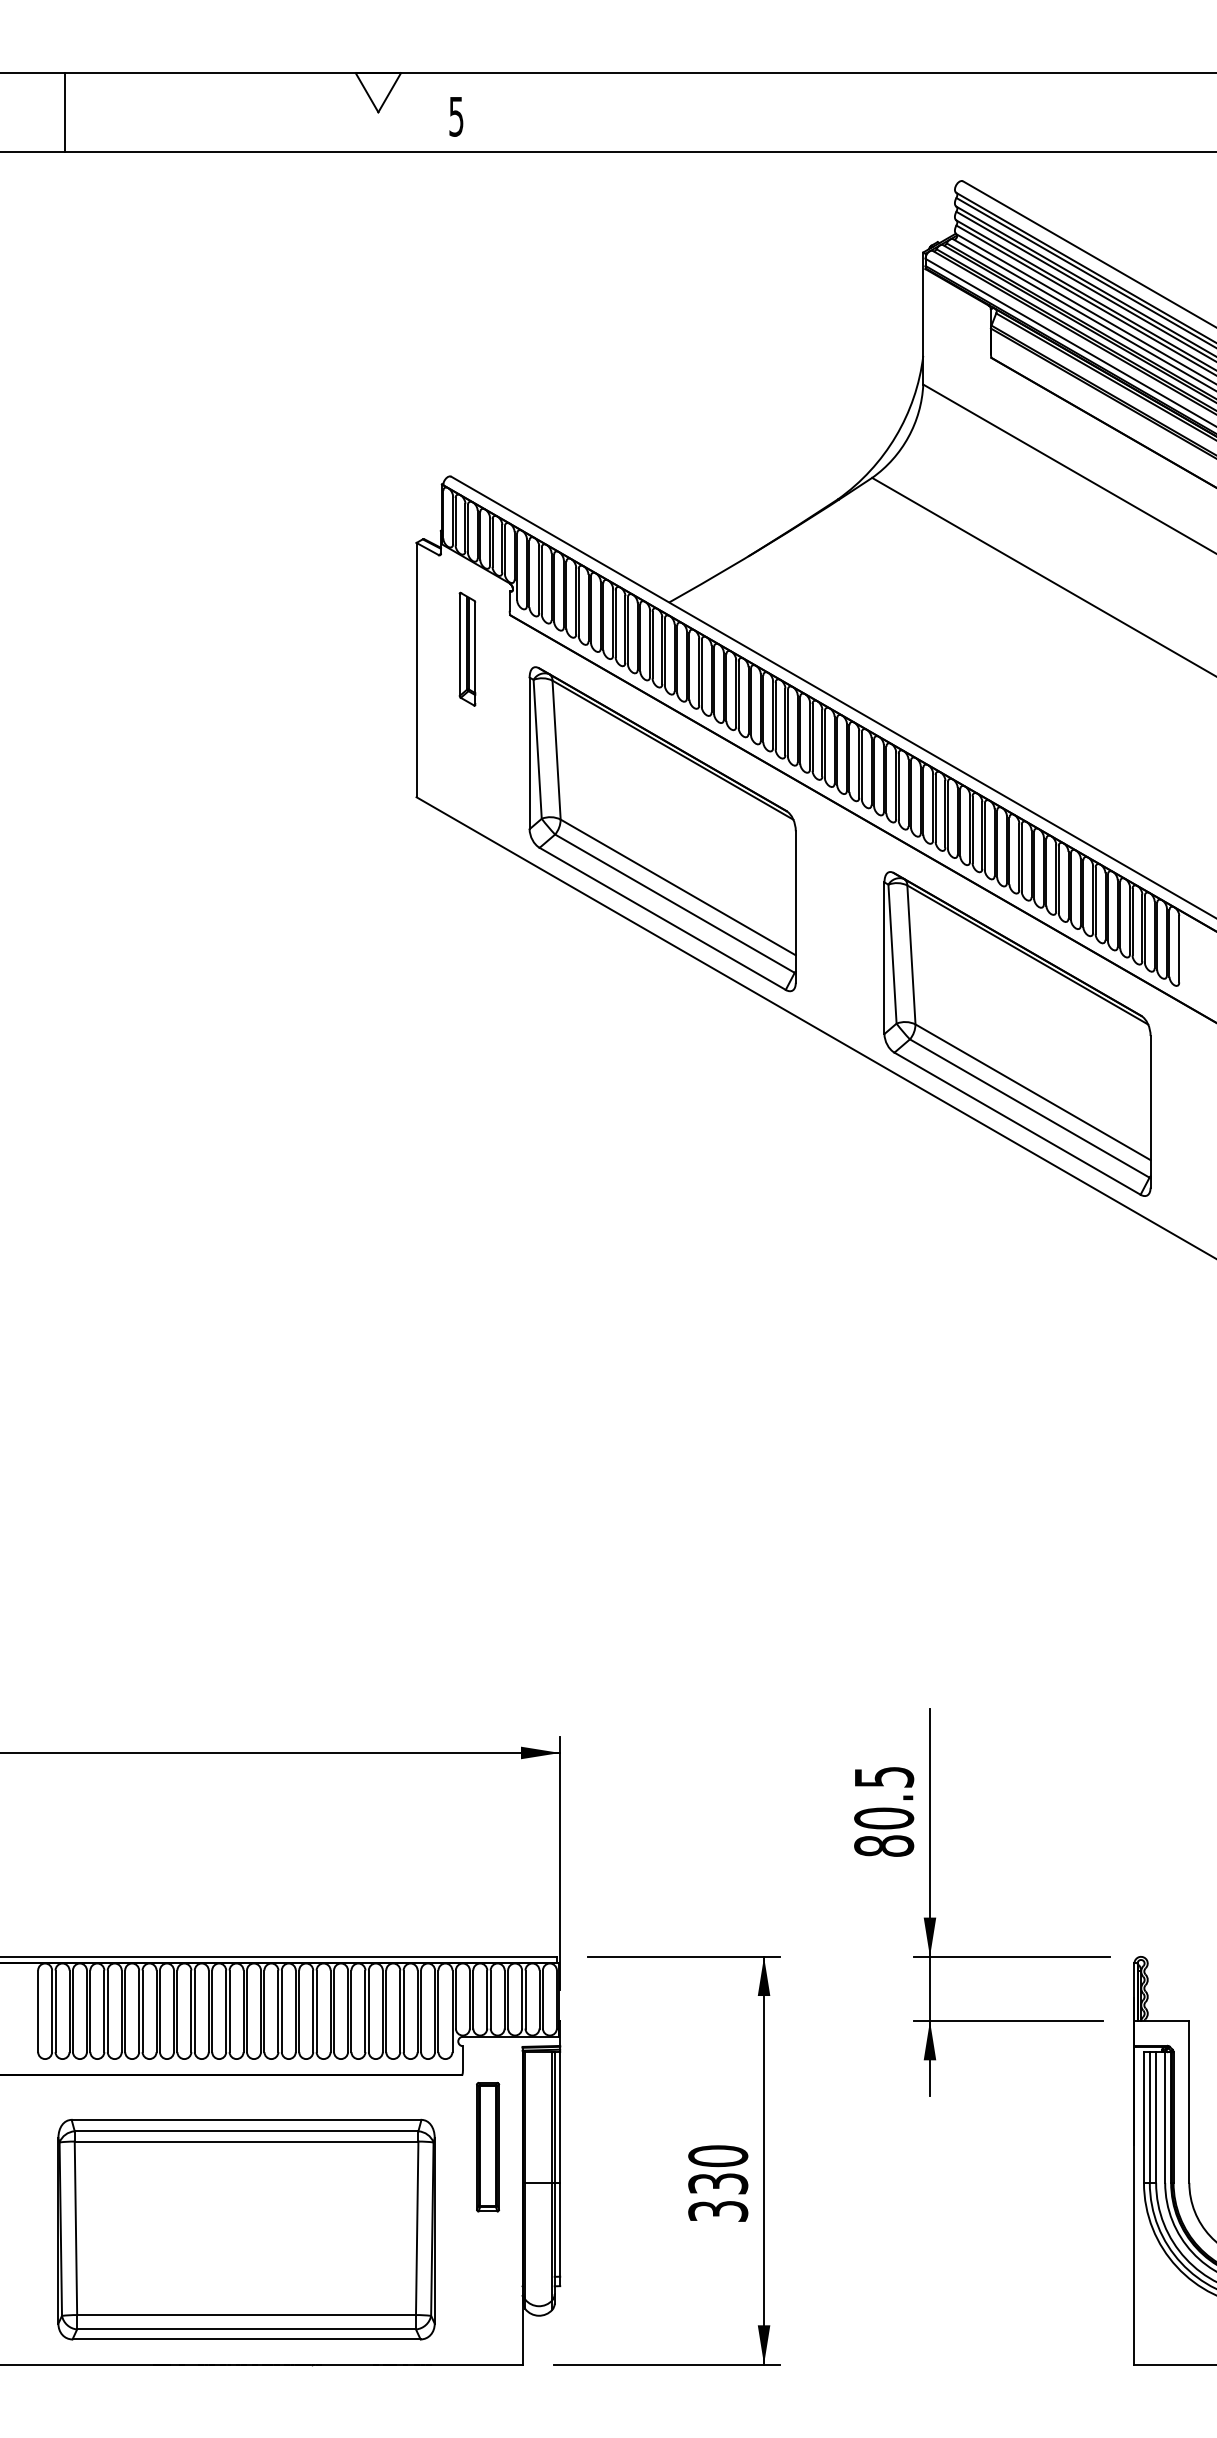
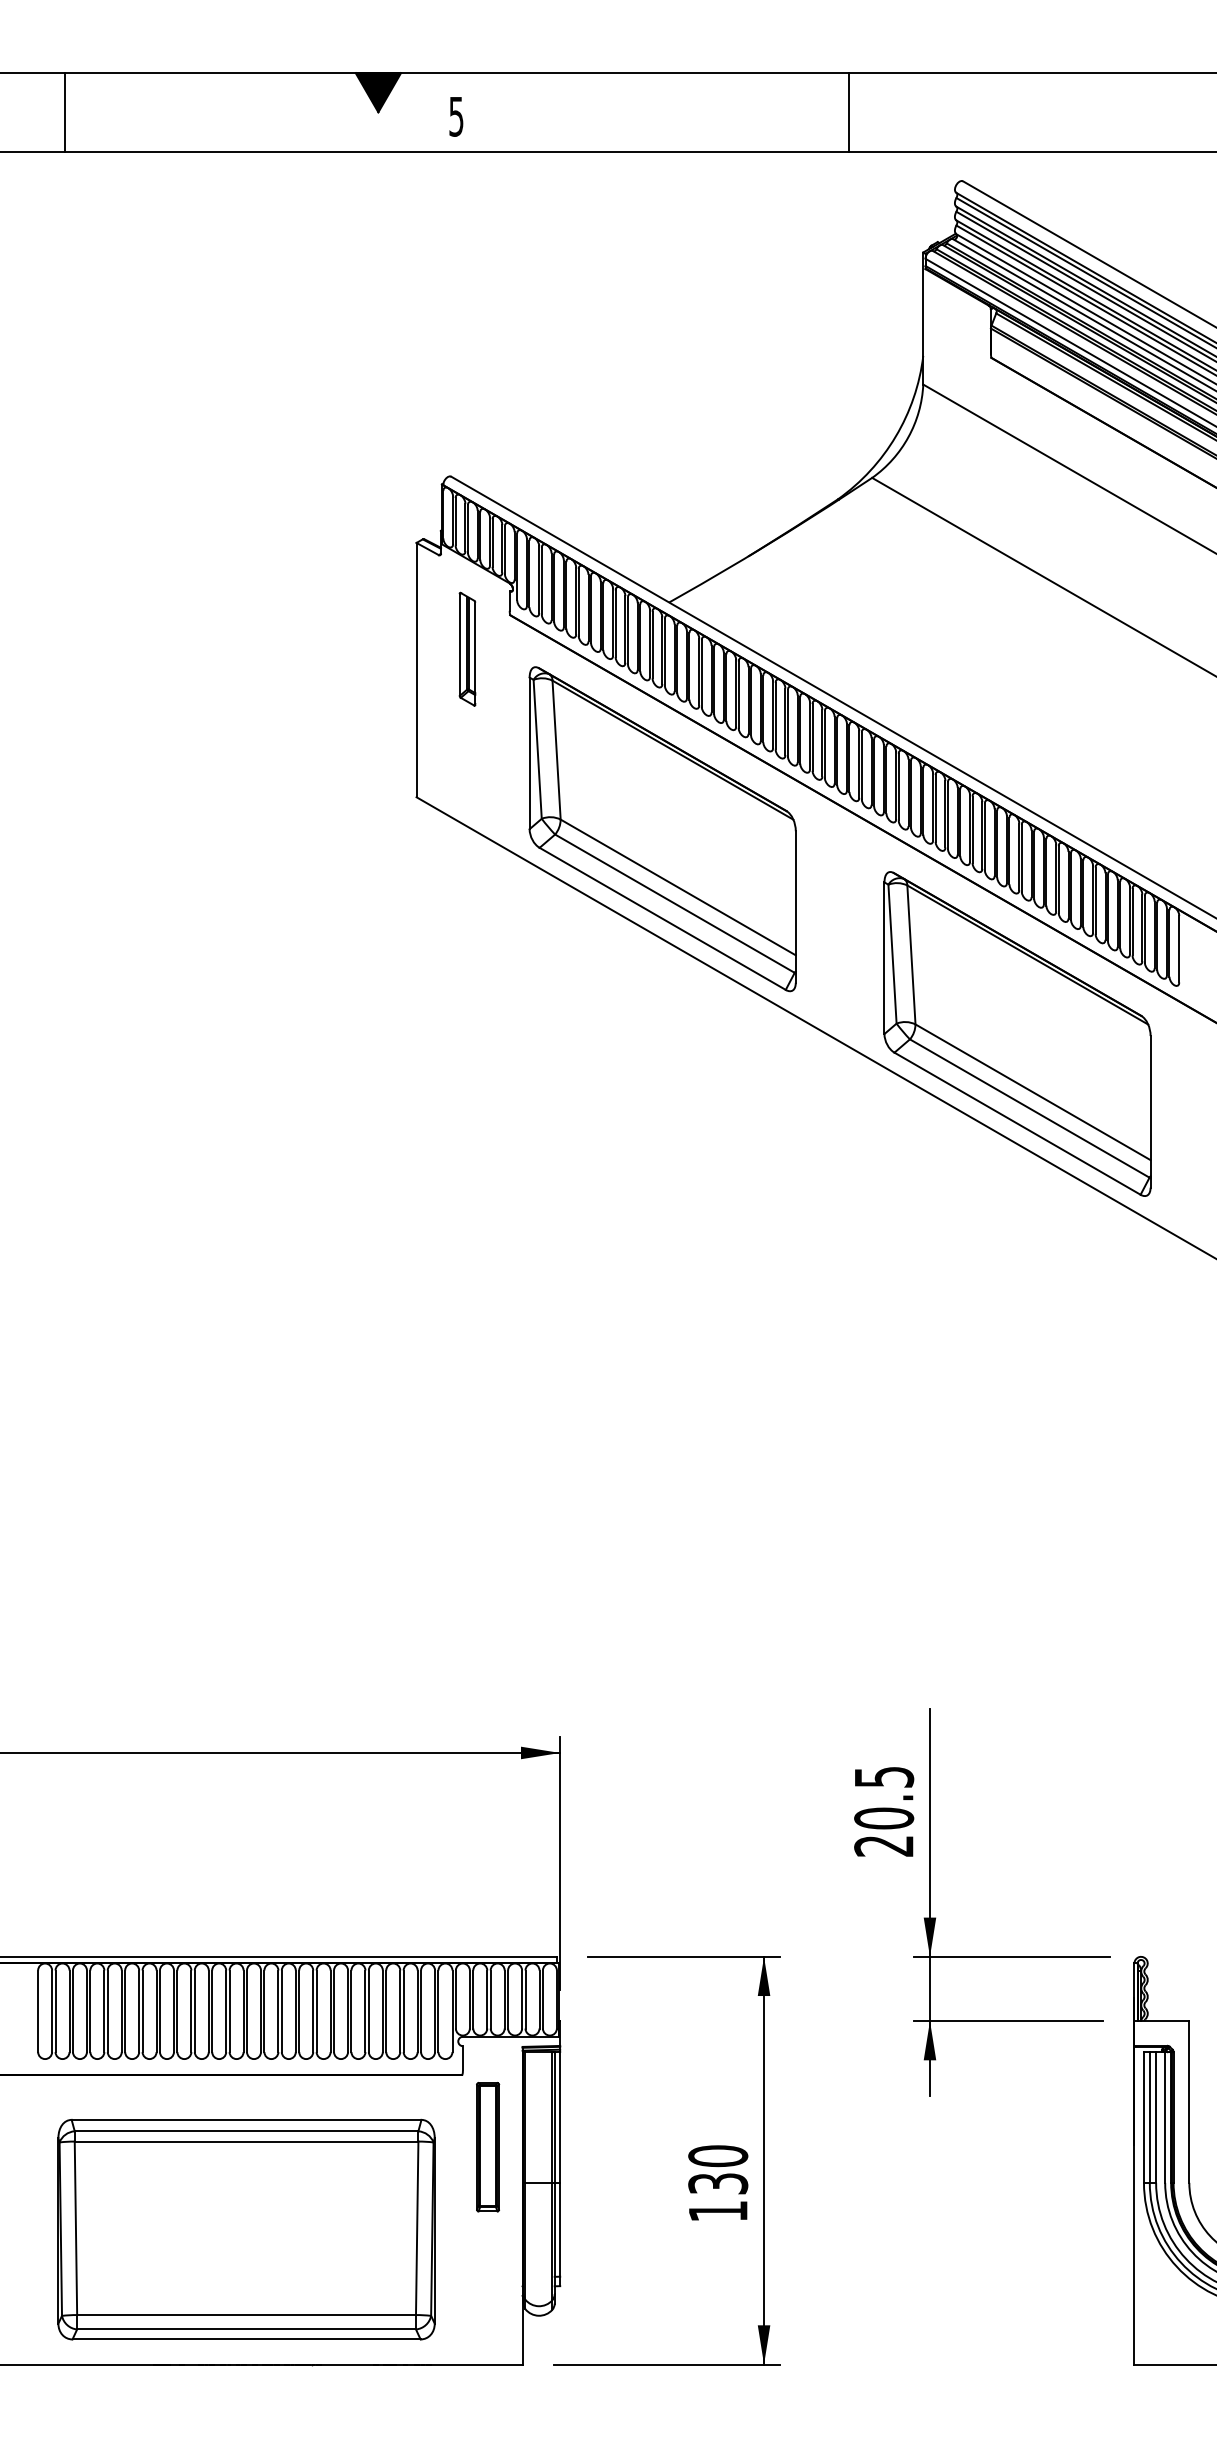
fill at (378, 92): none -> present
line at (848, 112): none -> present
text at (884, 1845): 80.5 -> 20.5
text at (718, 2211): 330 -> 130
